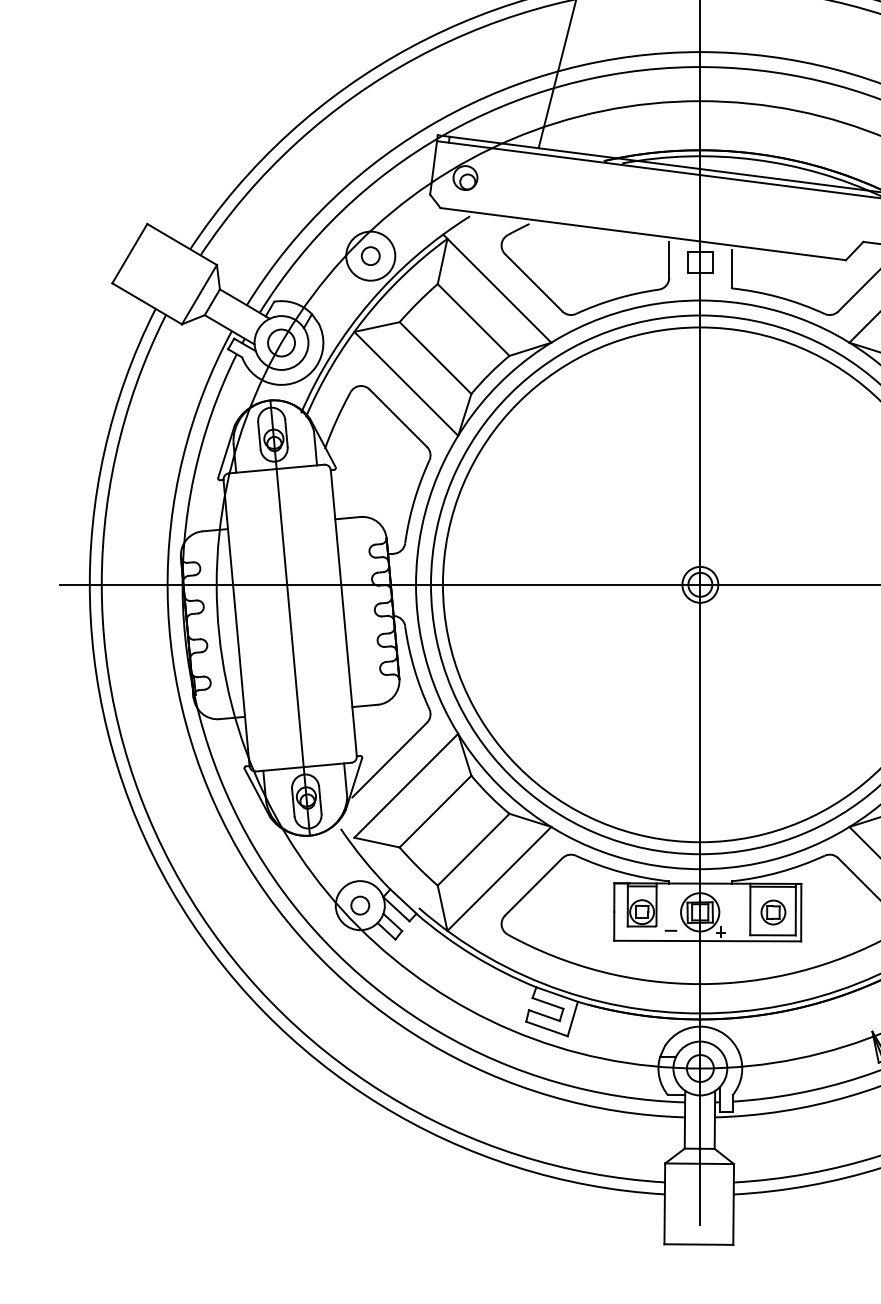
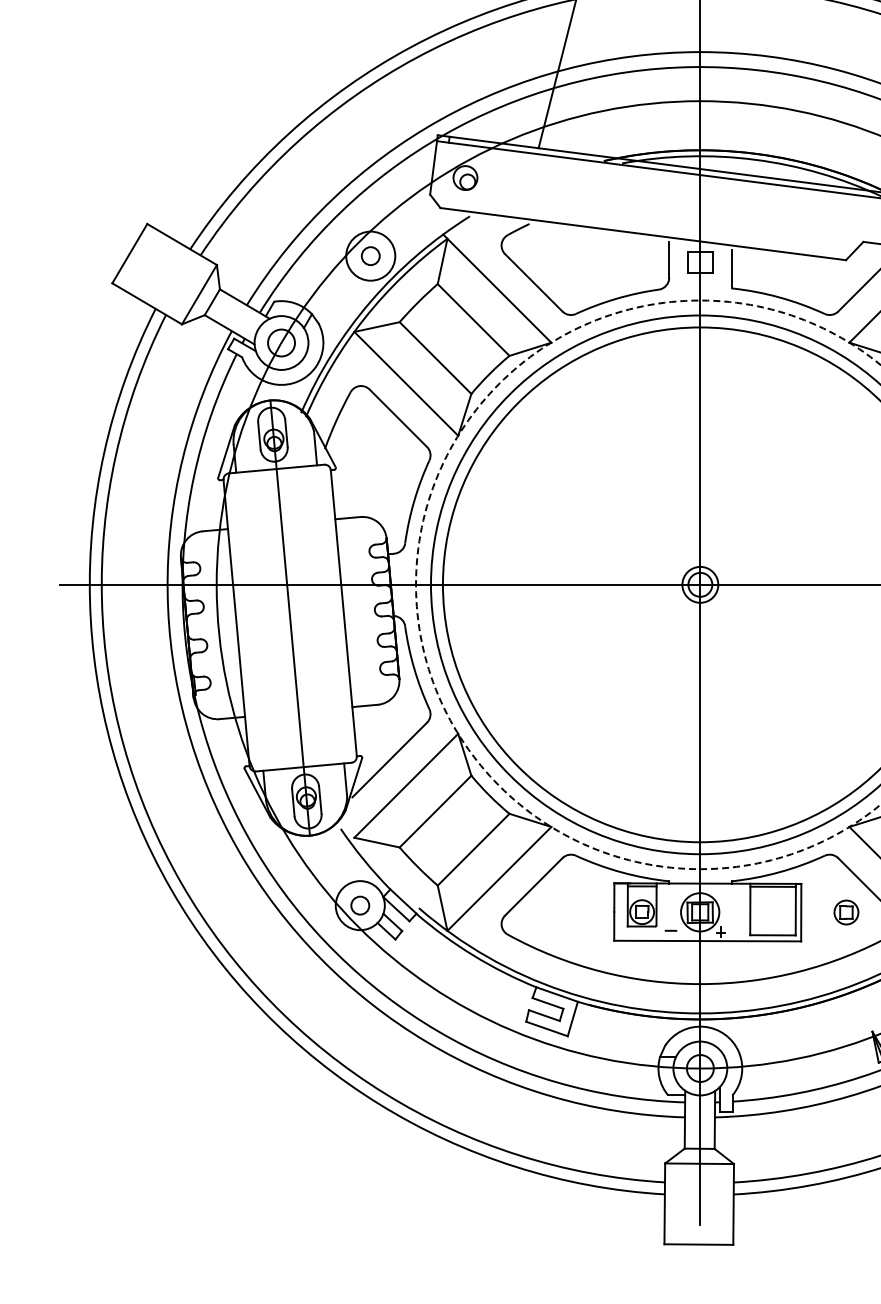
circle at (648, 584): solid -> dashed
part at (773, 912) position: (773, 912) -> (846, 912)
